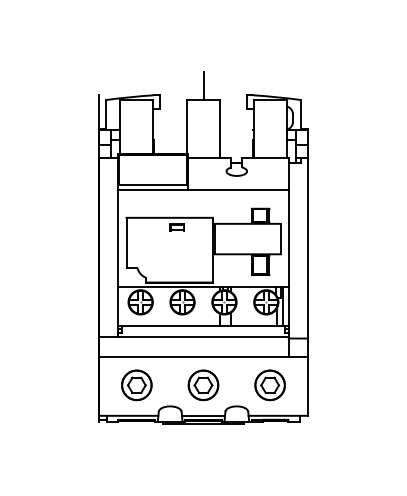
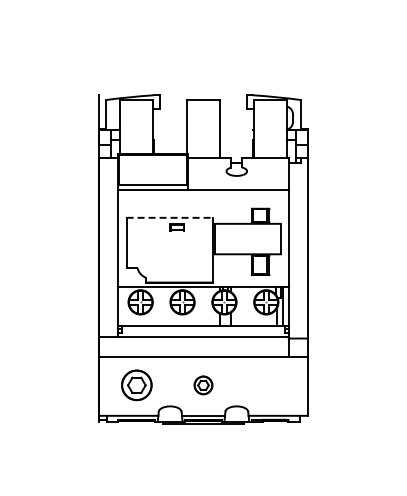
line at (203, 85): present -> none
line at (170, 217): solid -> dashed
part at (203, 385) size: 33x33 px -> 21x21 px
part at (269, 385): present -> none
